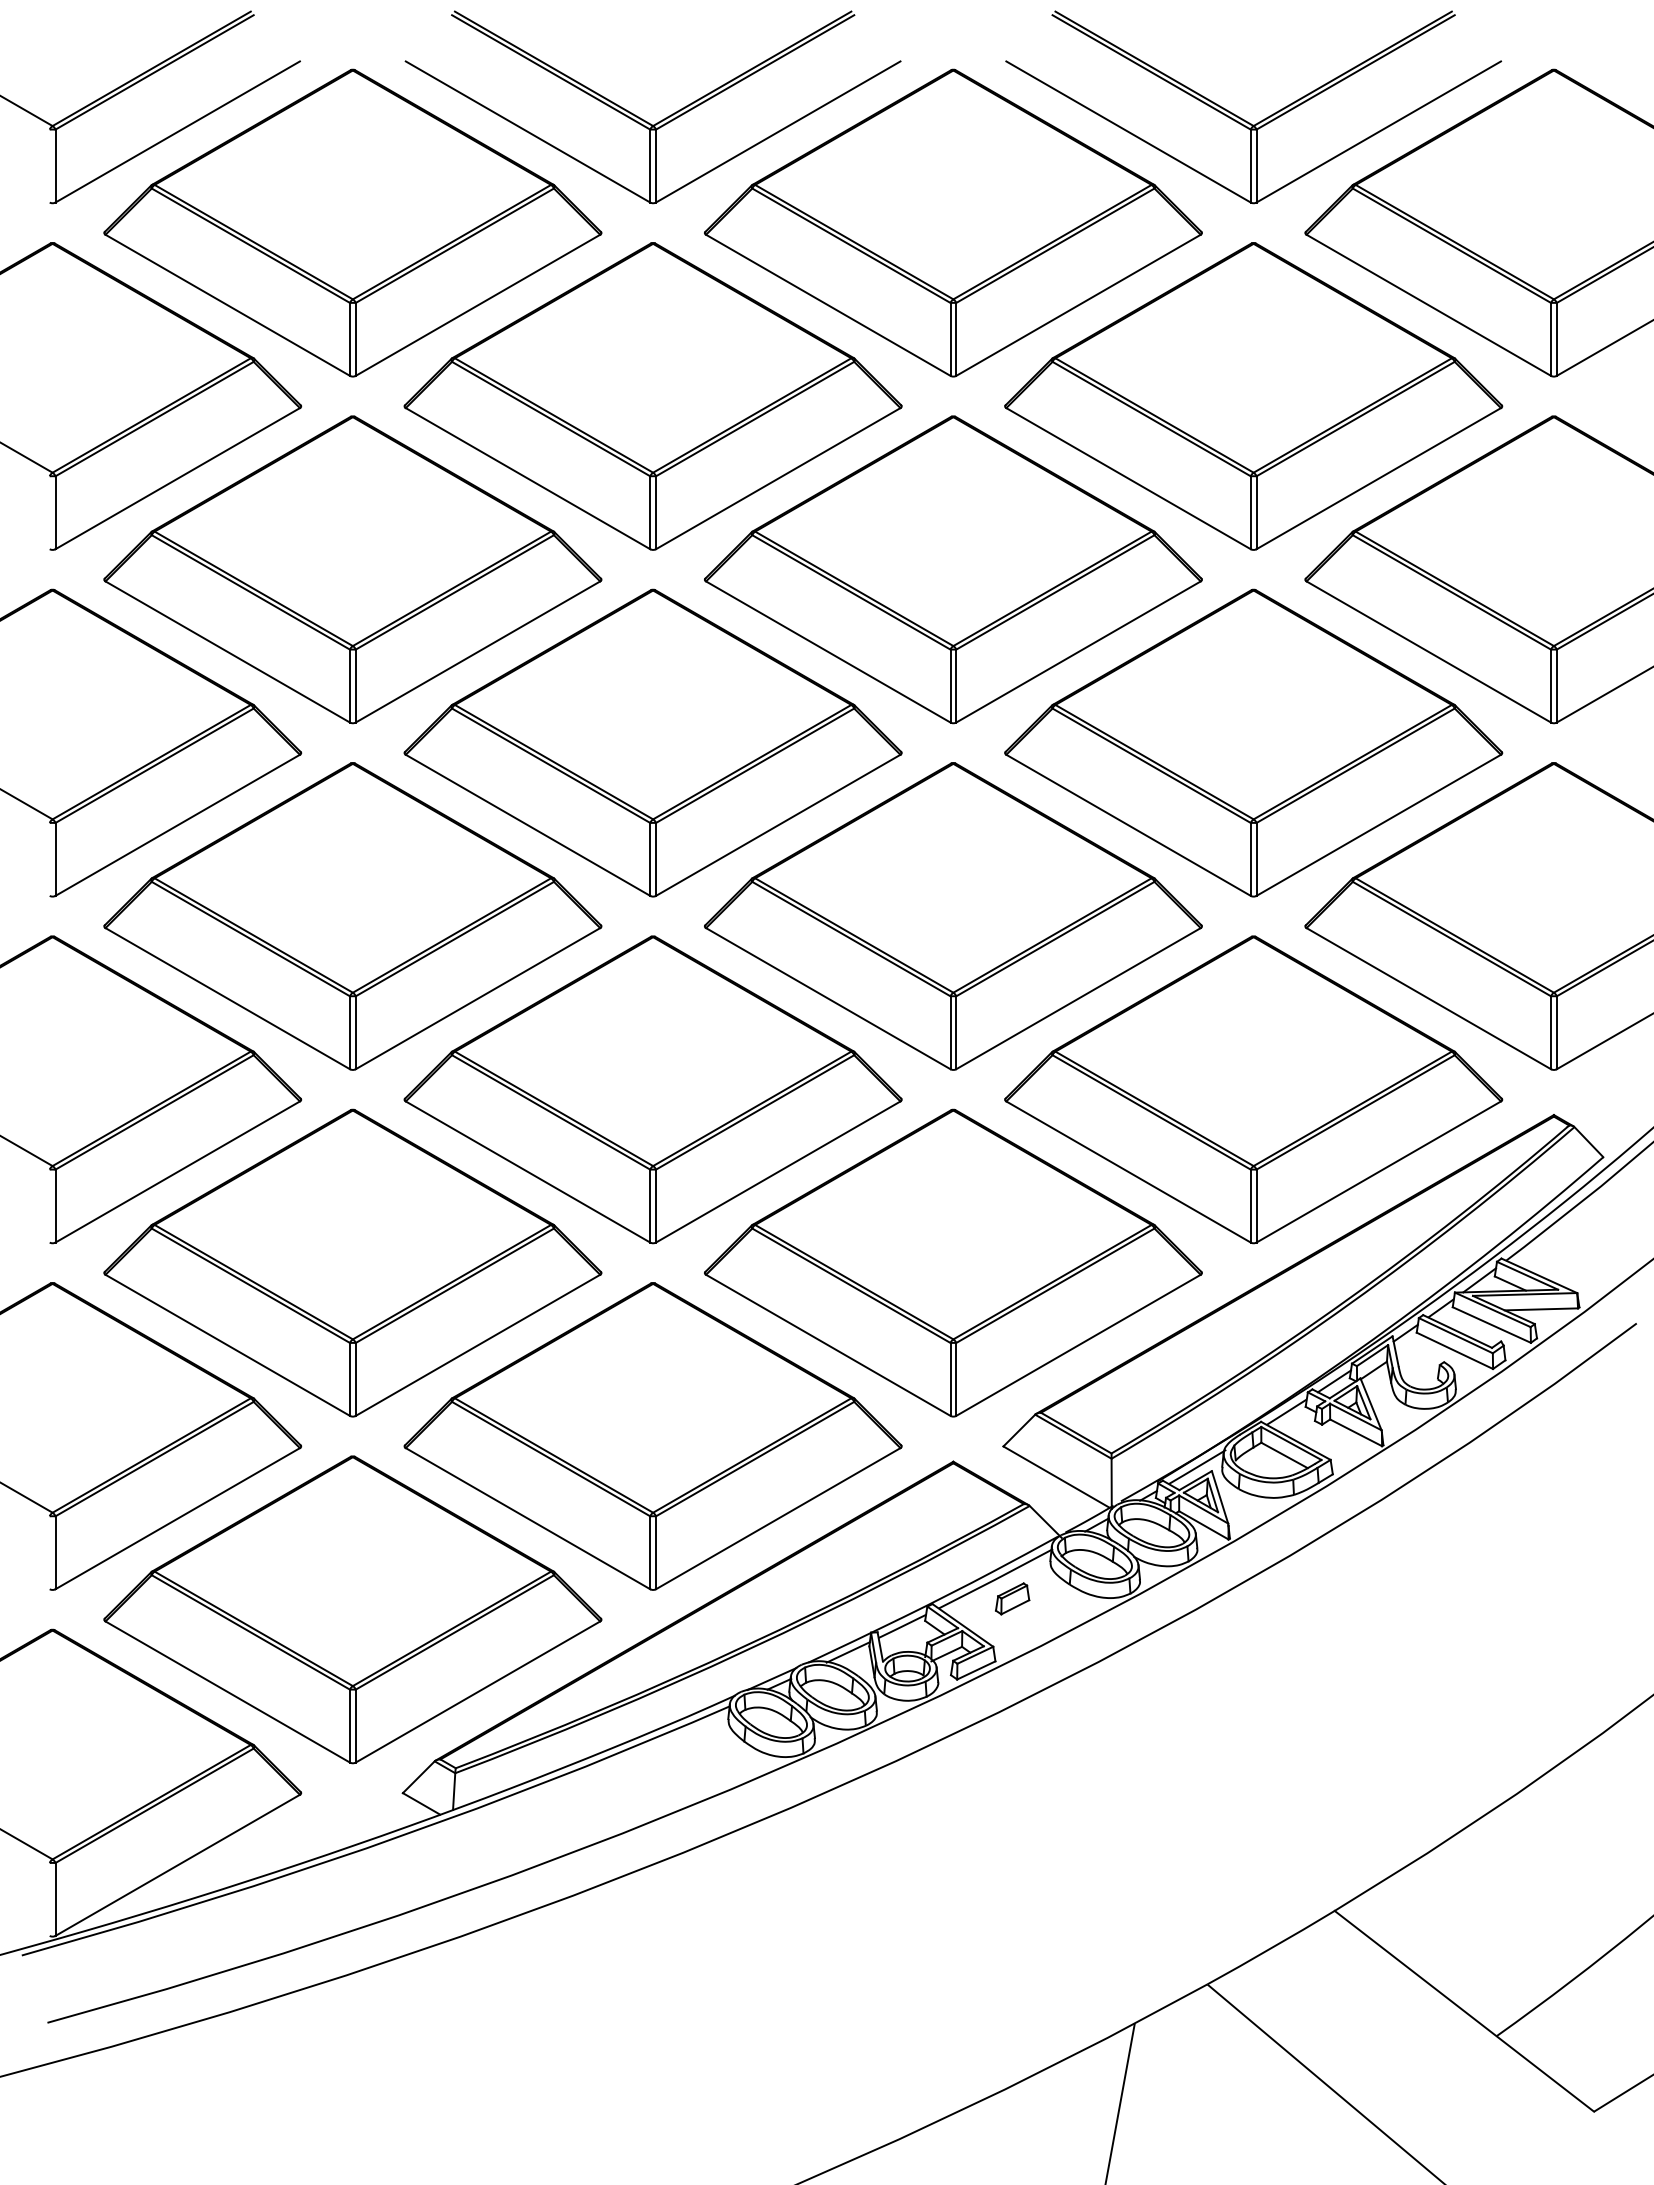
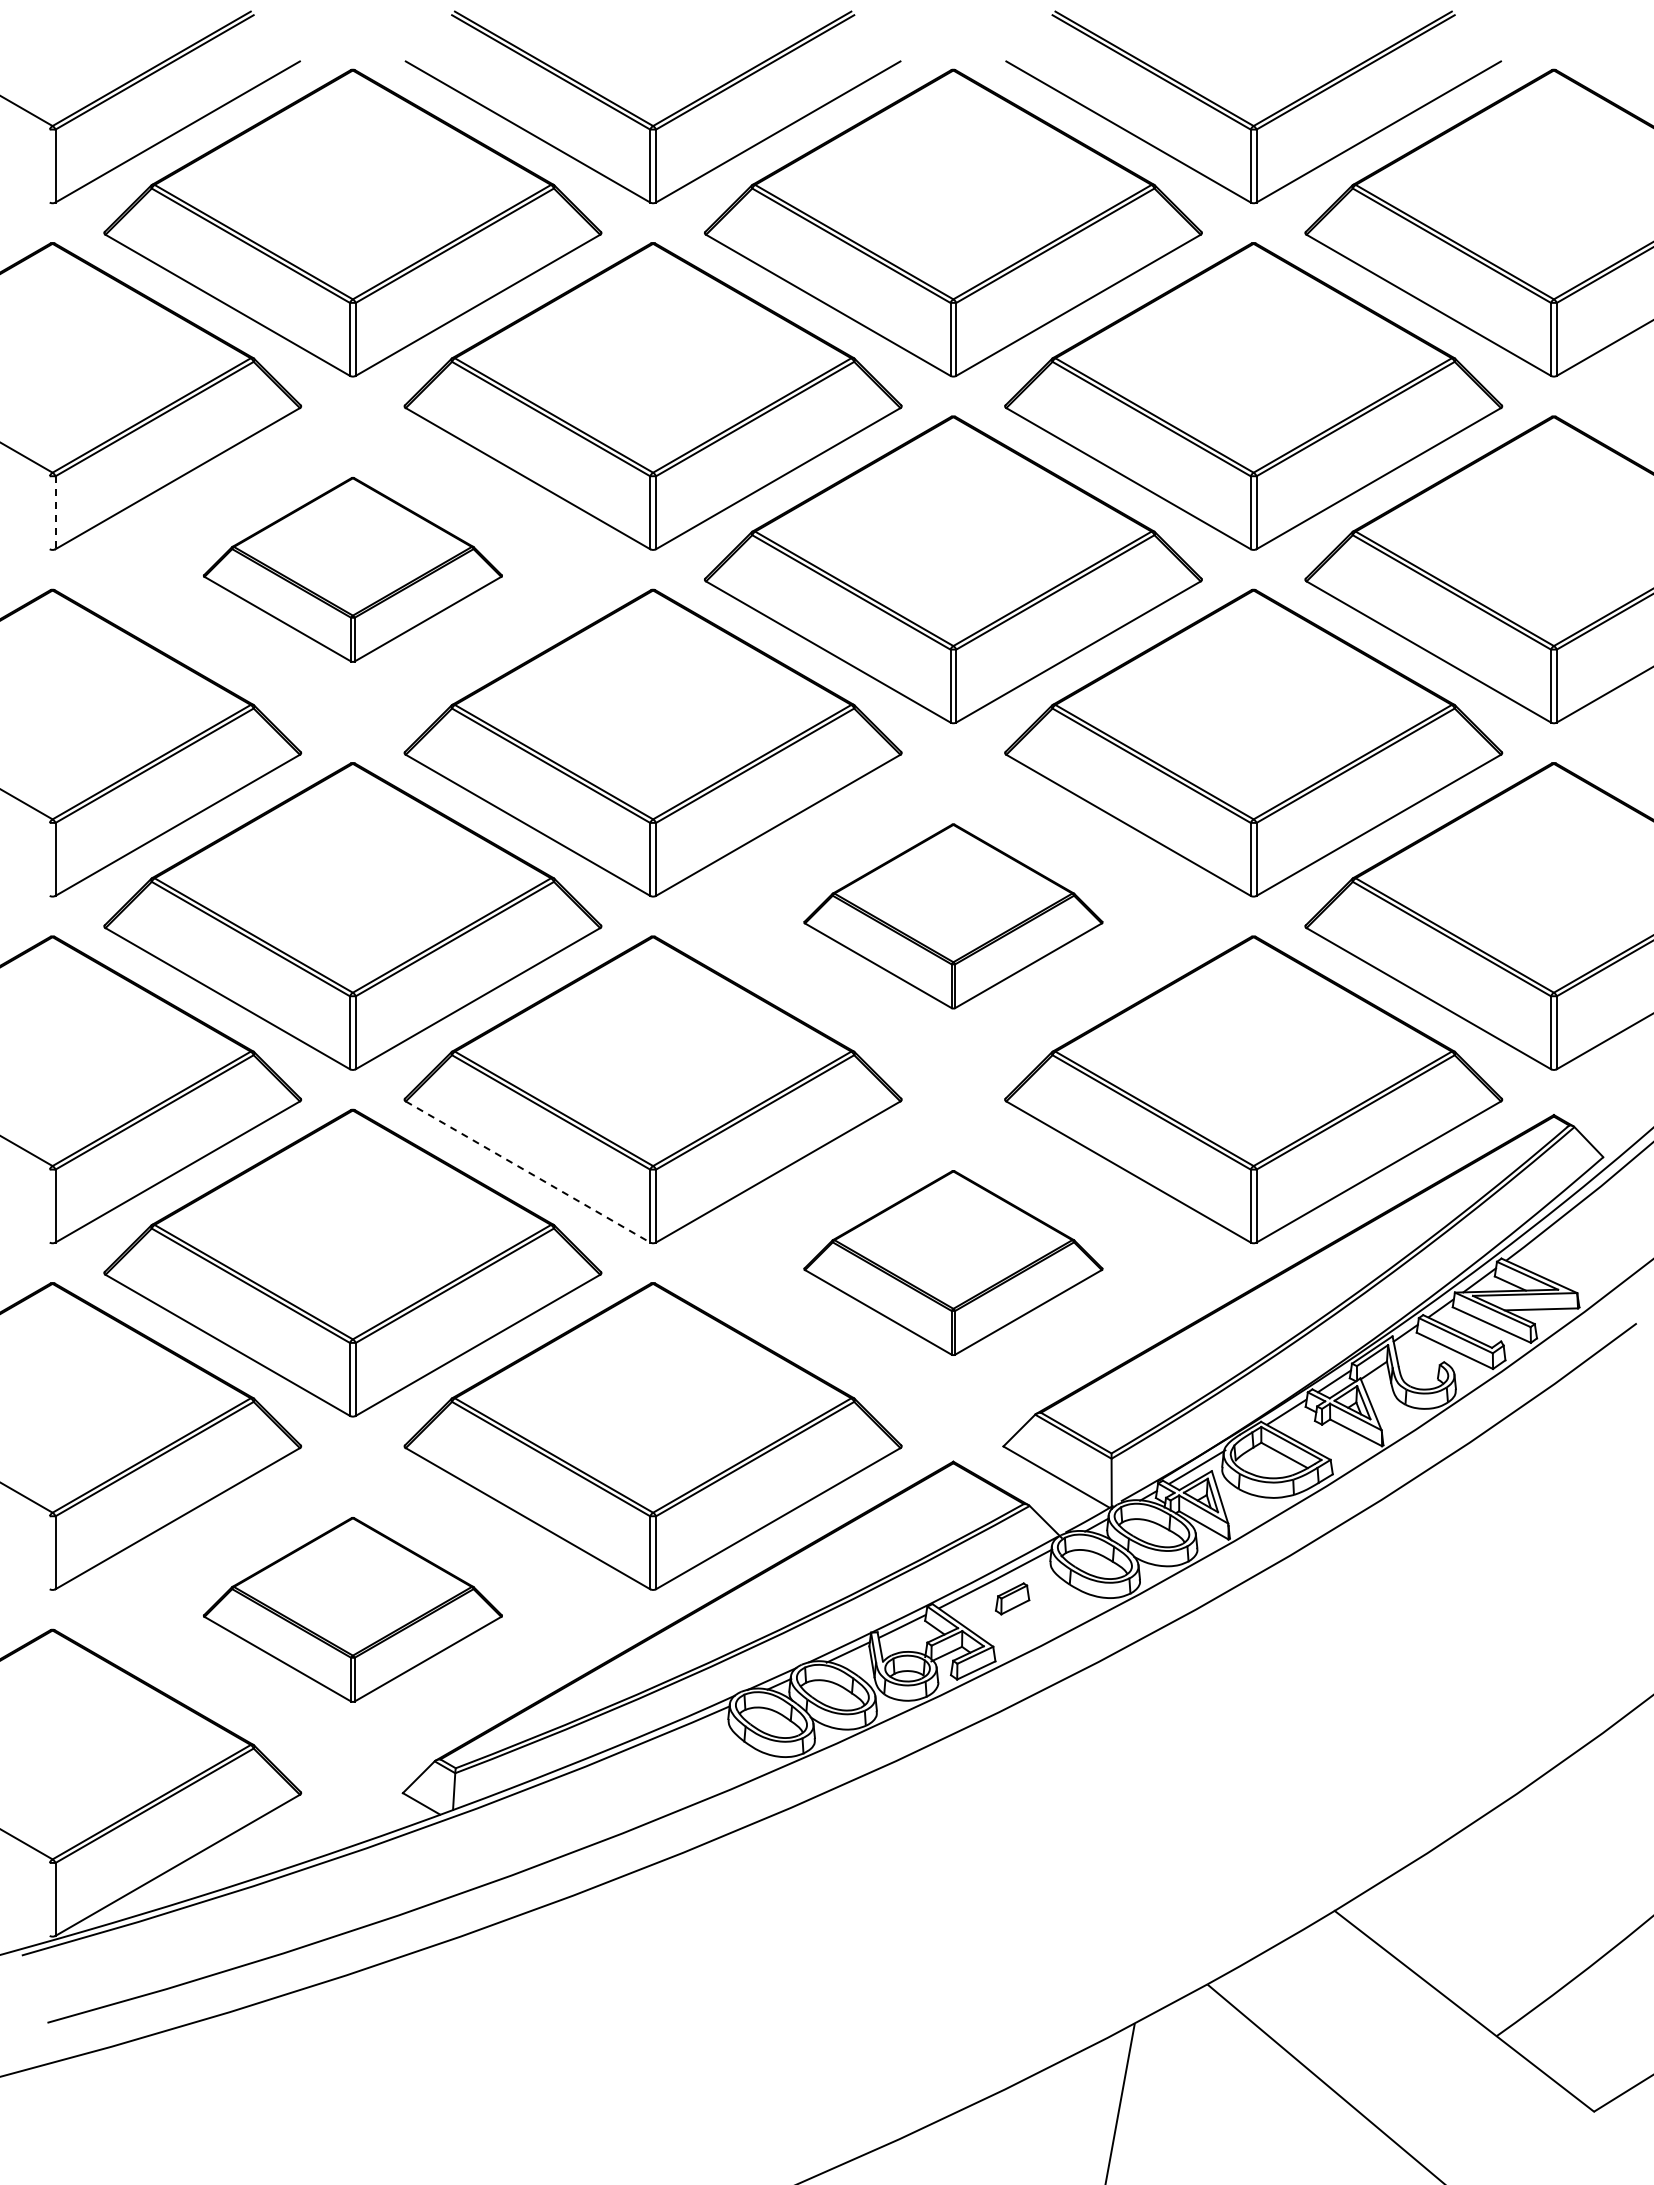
line at (55, 513): solid -> dashed
part at (352, 569) size: 500x310 px -> 301x186 px
part at (953, 916) size: 499x309 px -> 301x187 px
line at (528, 1172): solid -> dashed
part at (953, 1262) size: 499x310 px -> 301x186 px
part at (352, 1609) size: 500x310 px -> 301x186 px
